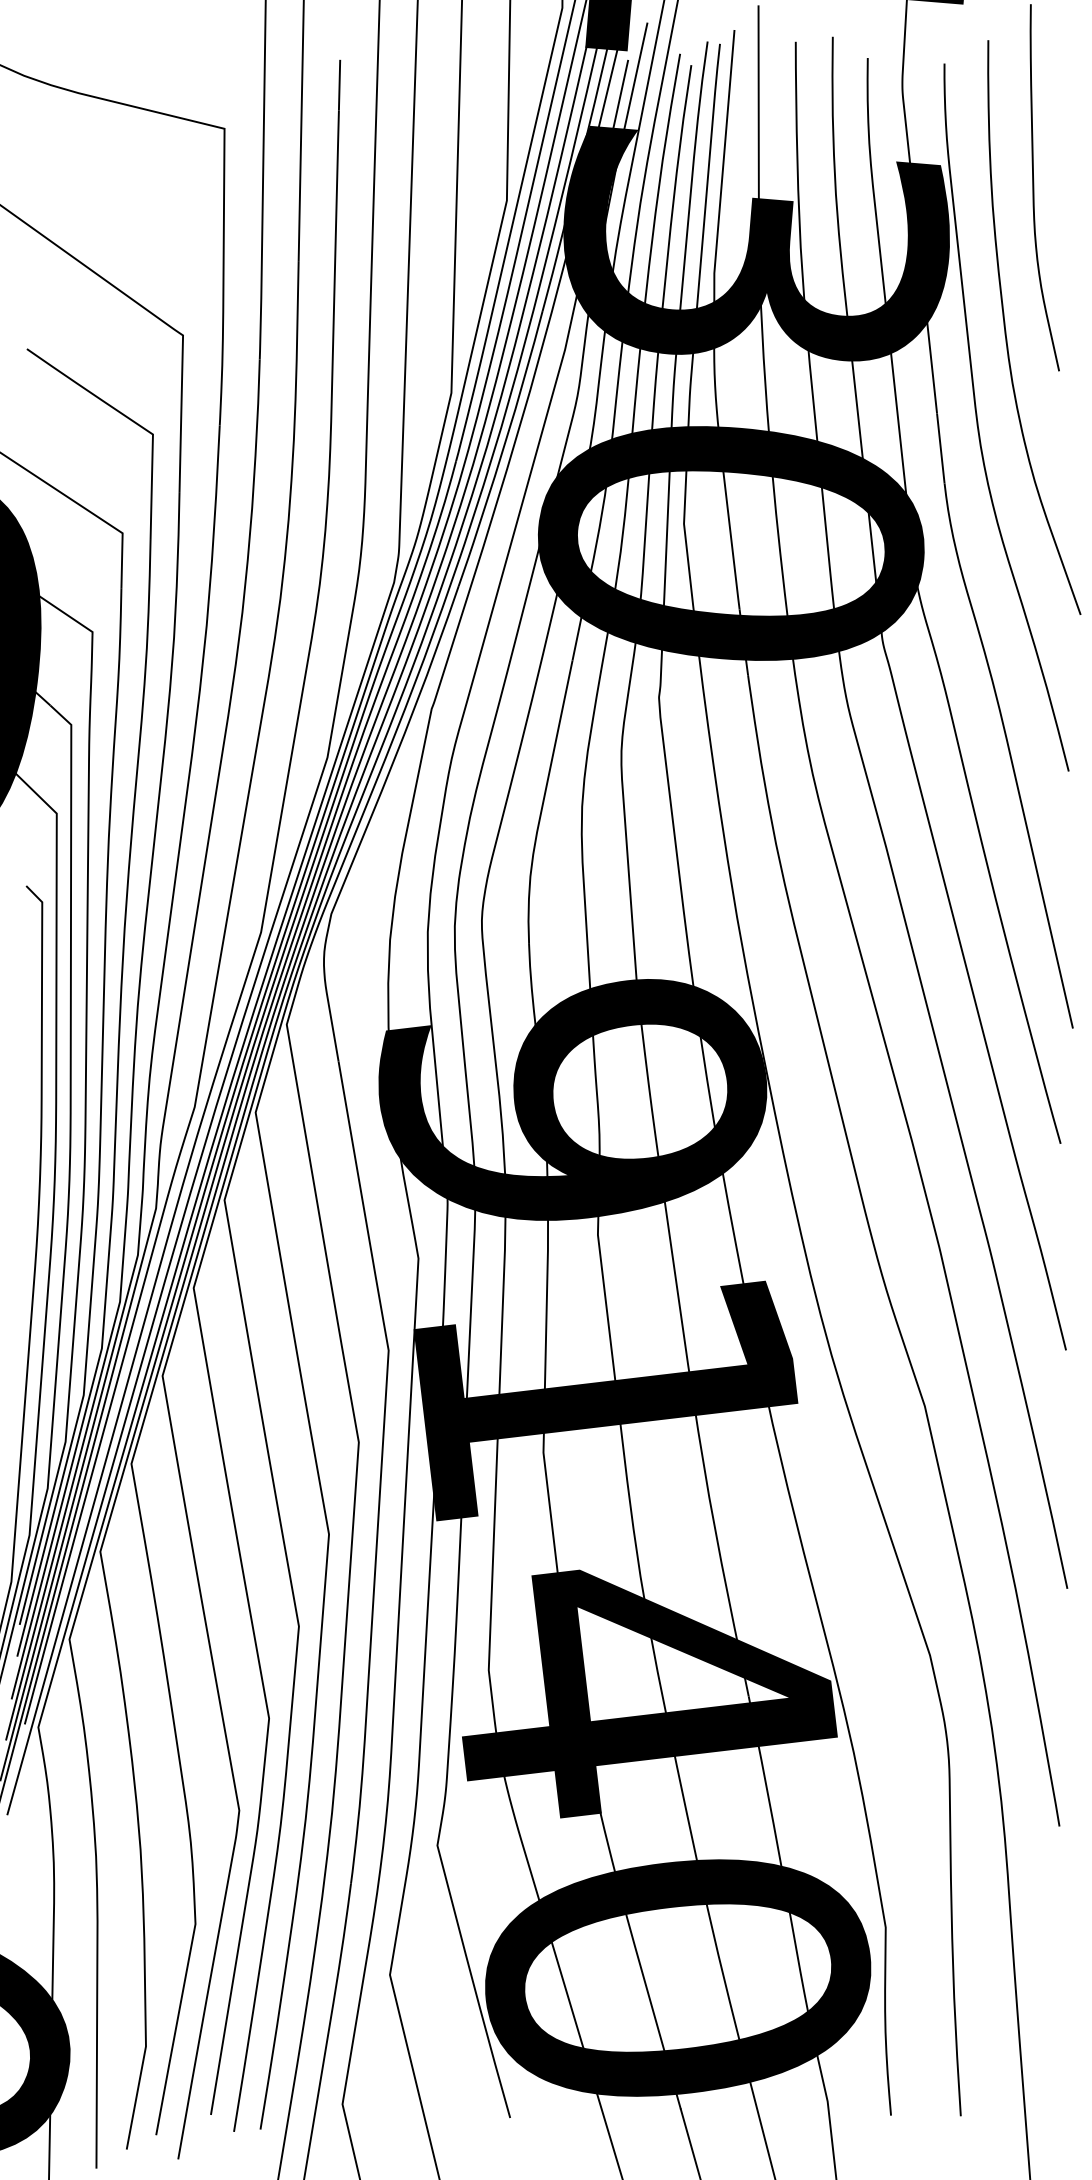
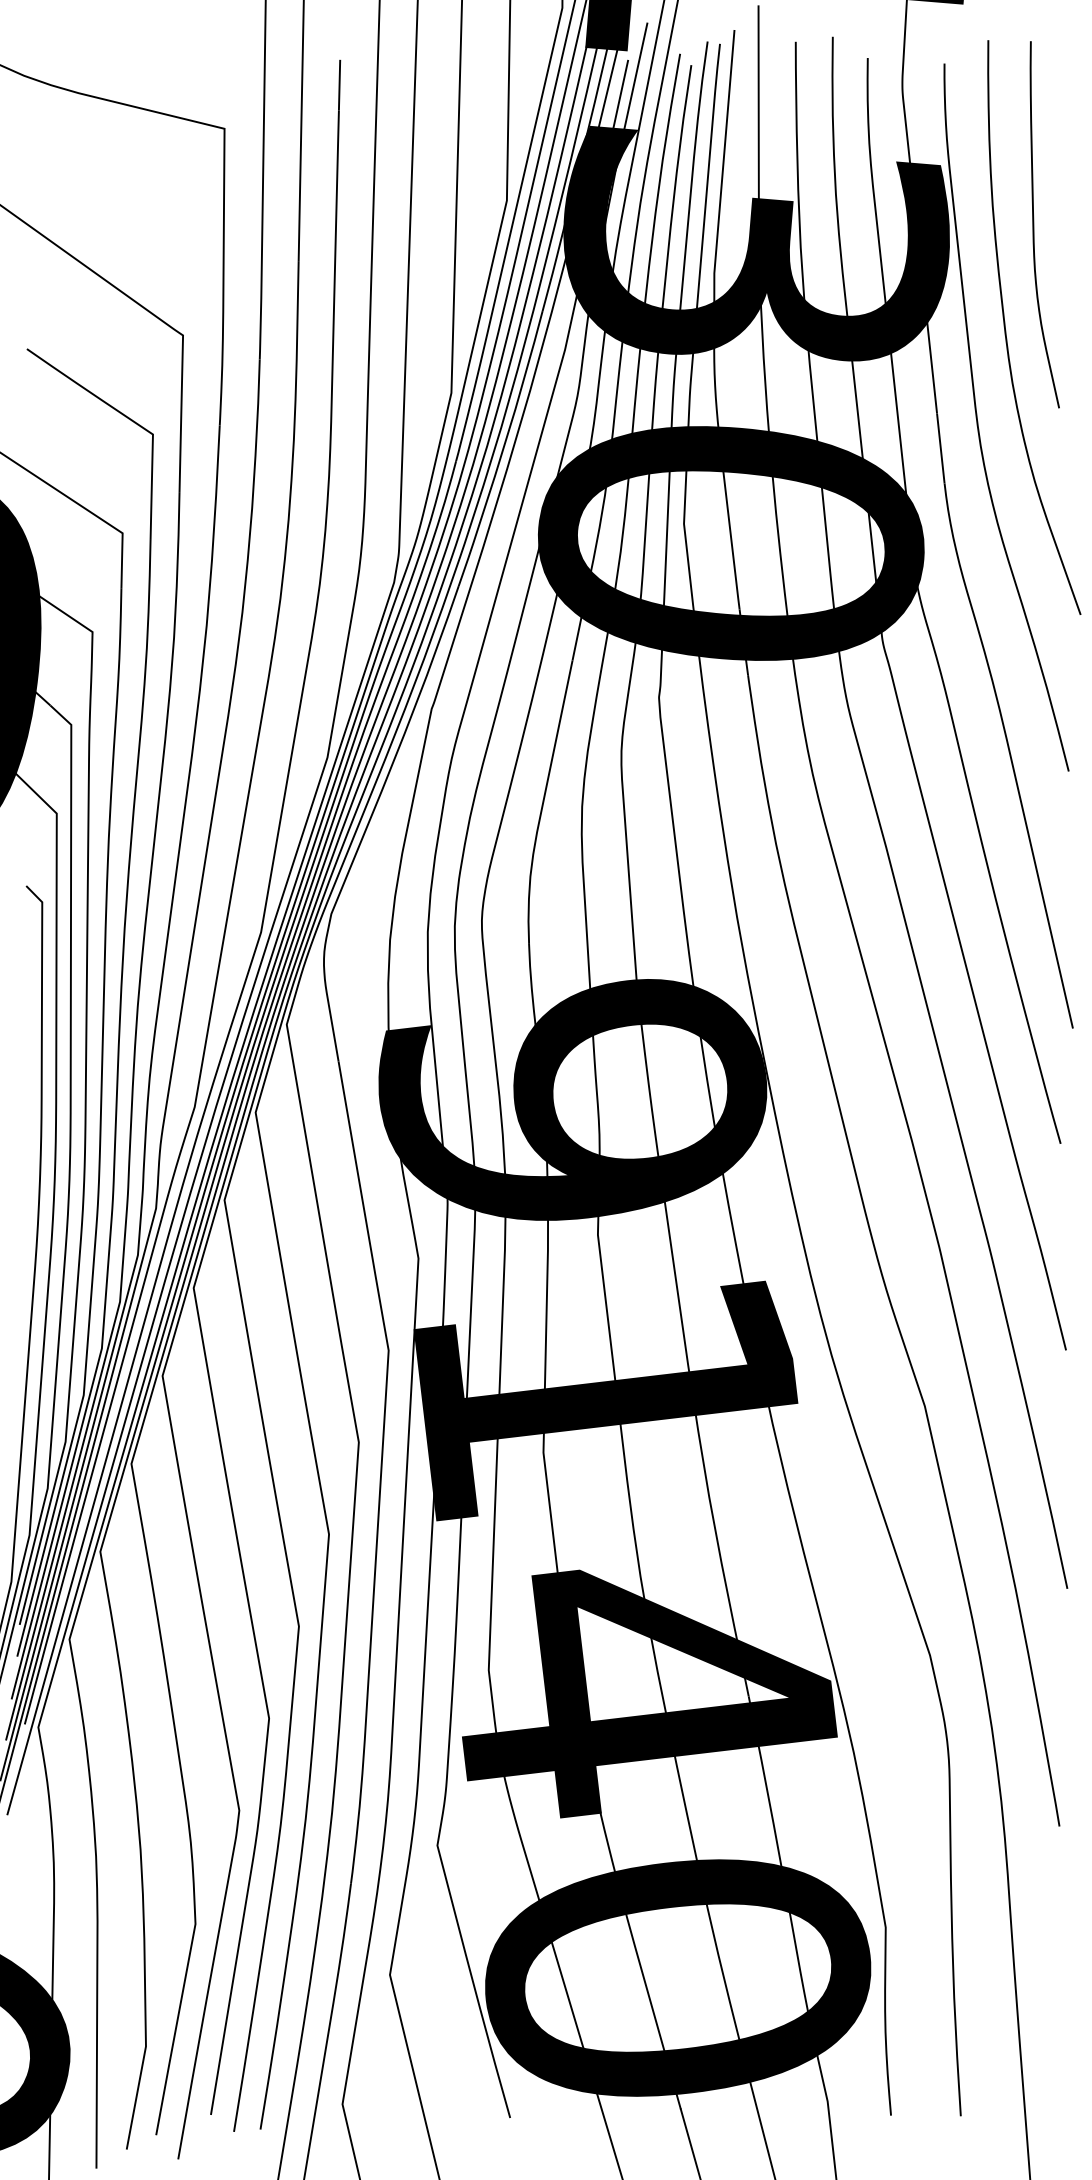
curve at (1034, 187) position: (1034, 187) -> (1034, 224)
